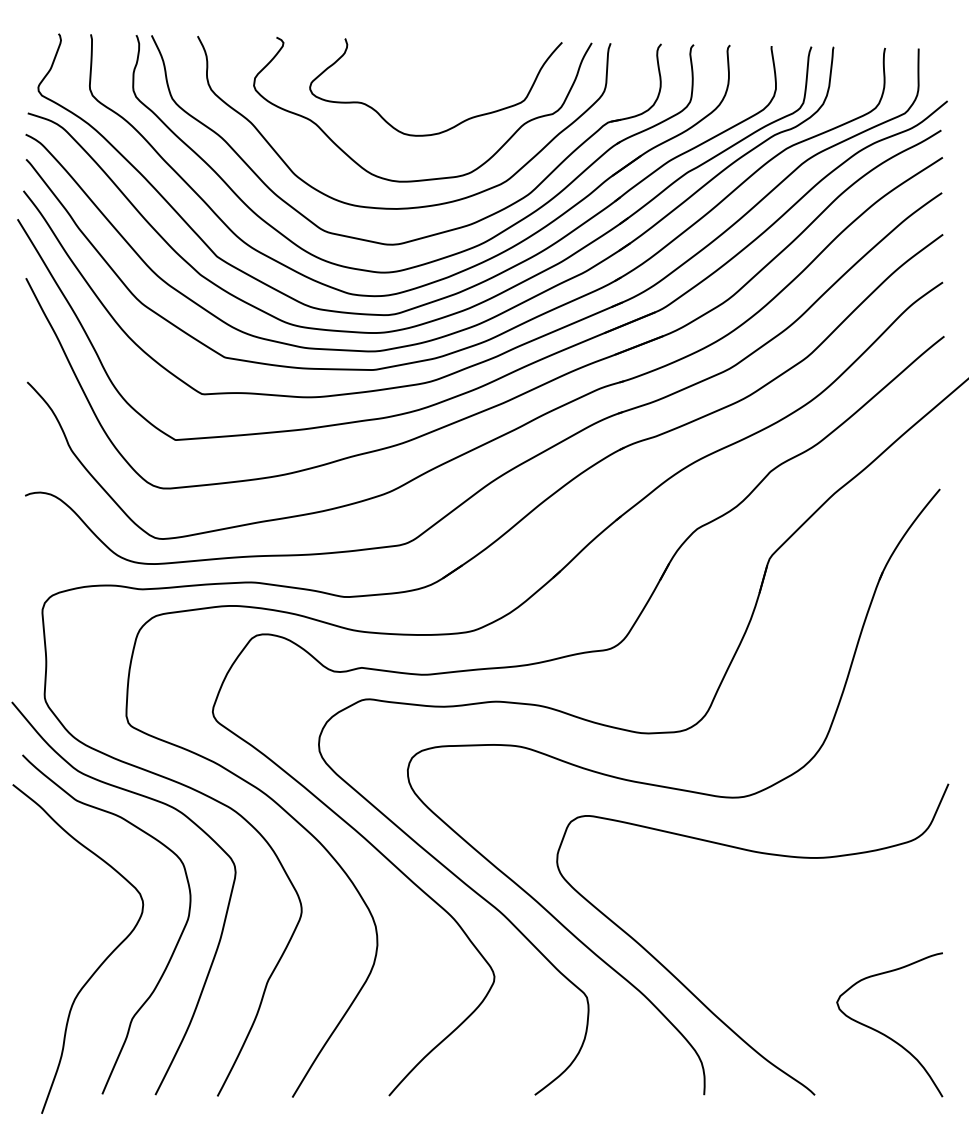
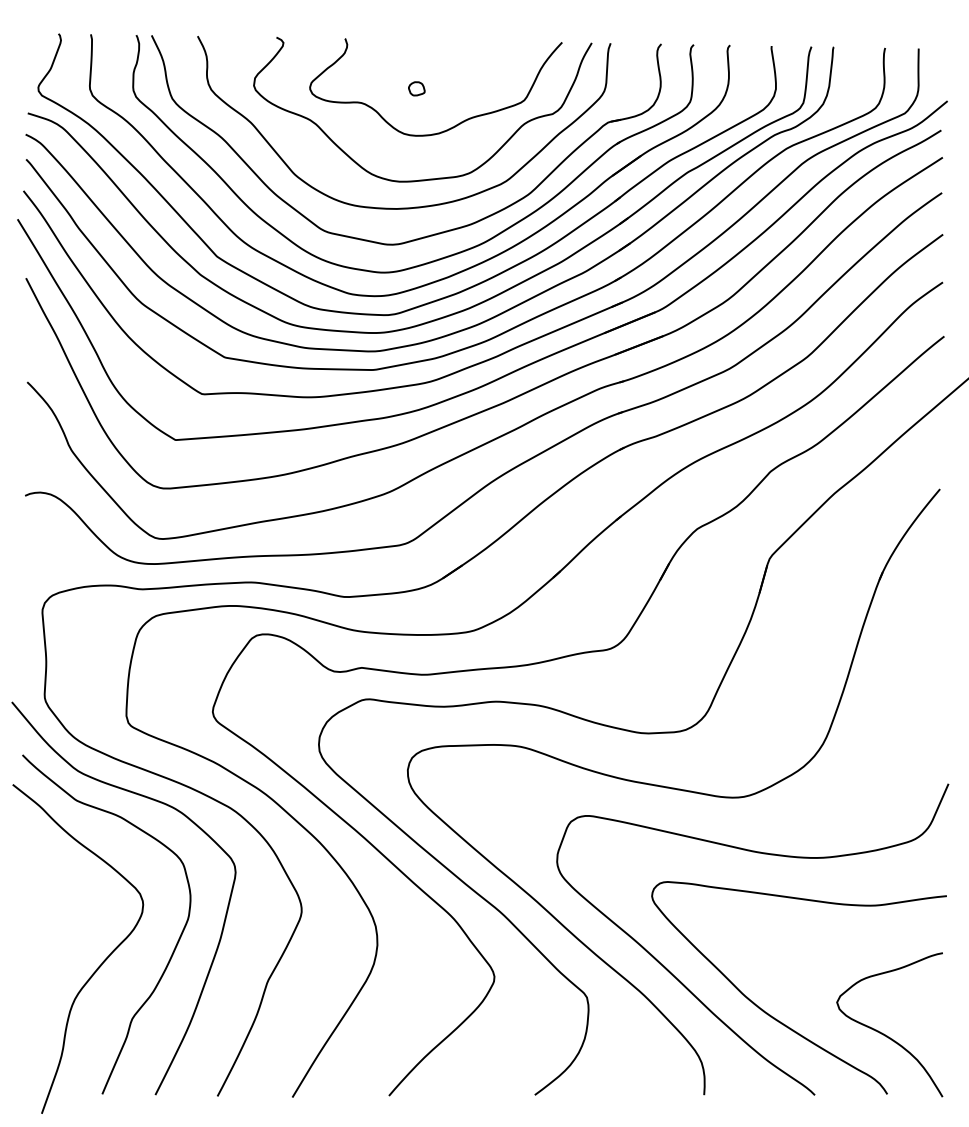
part at (416, 88): none -> present
curve at (776, 1018): none -> present
